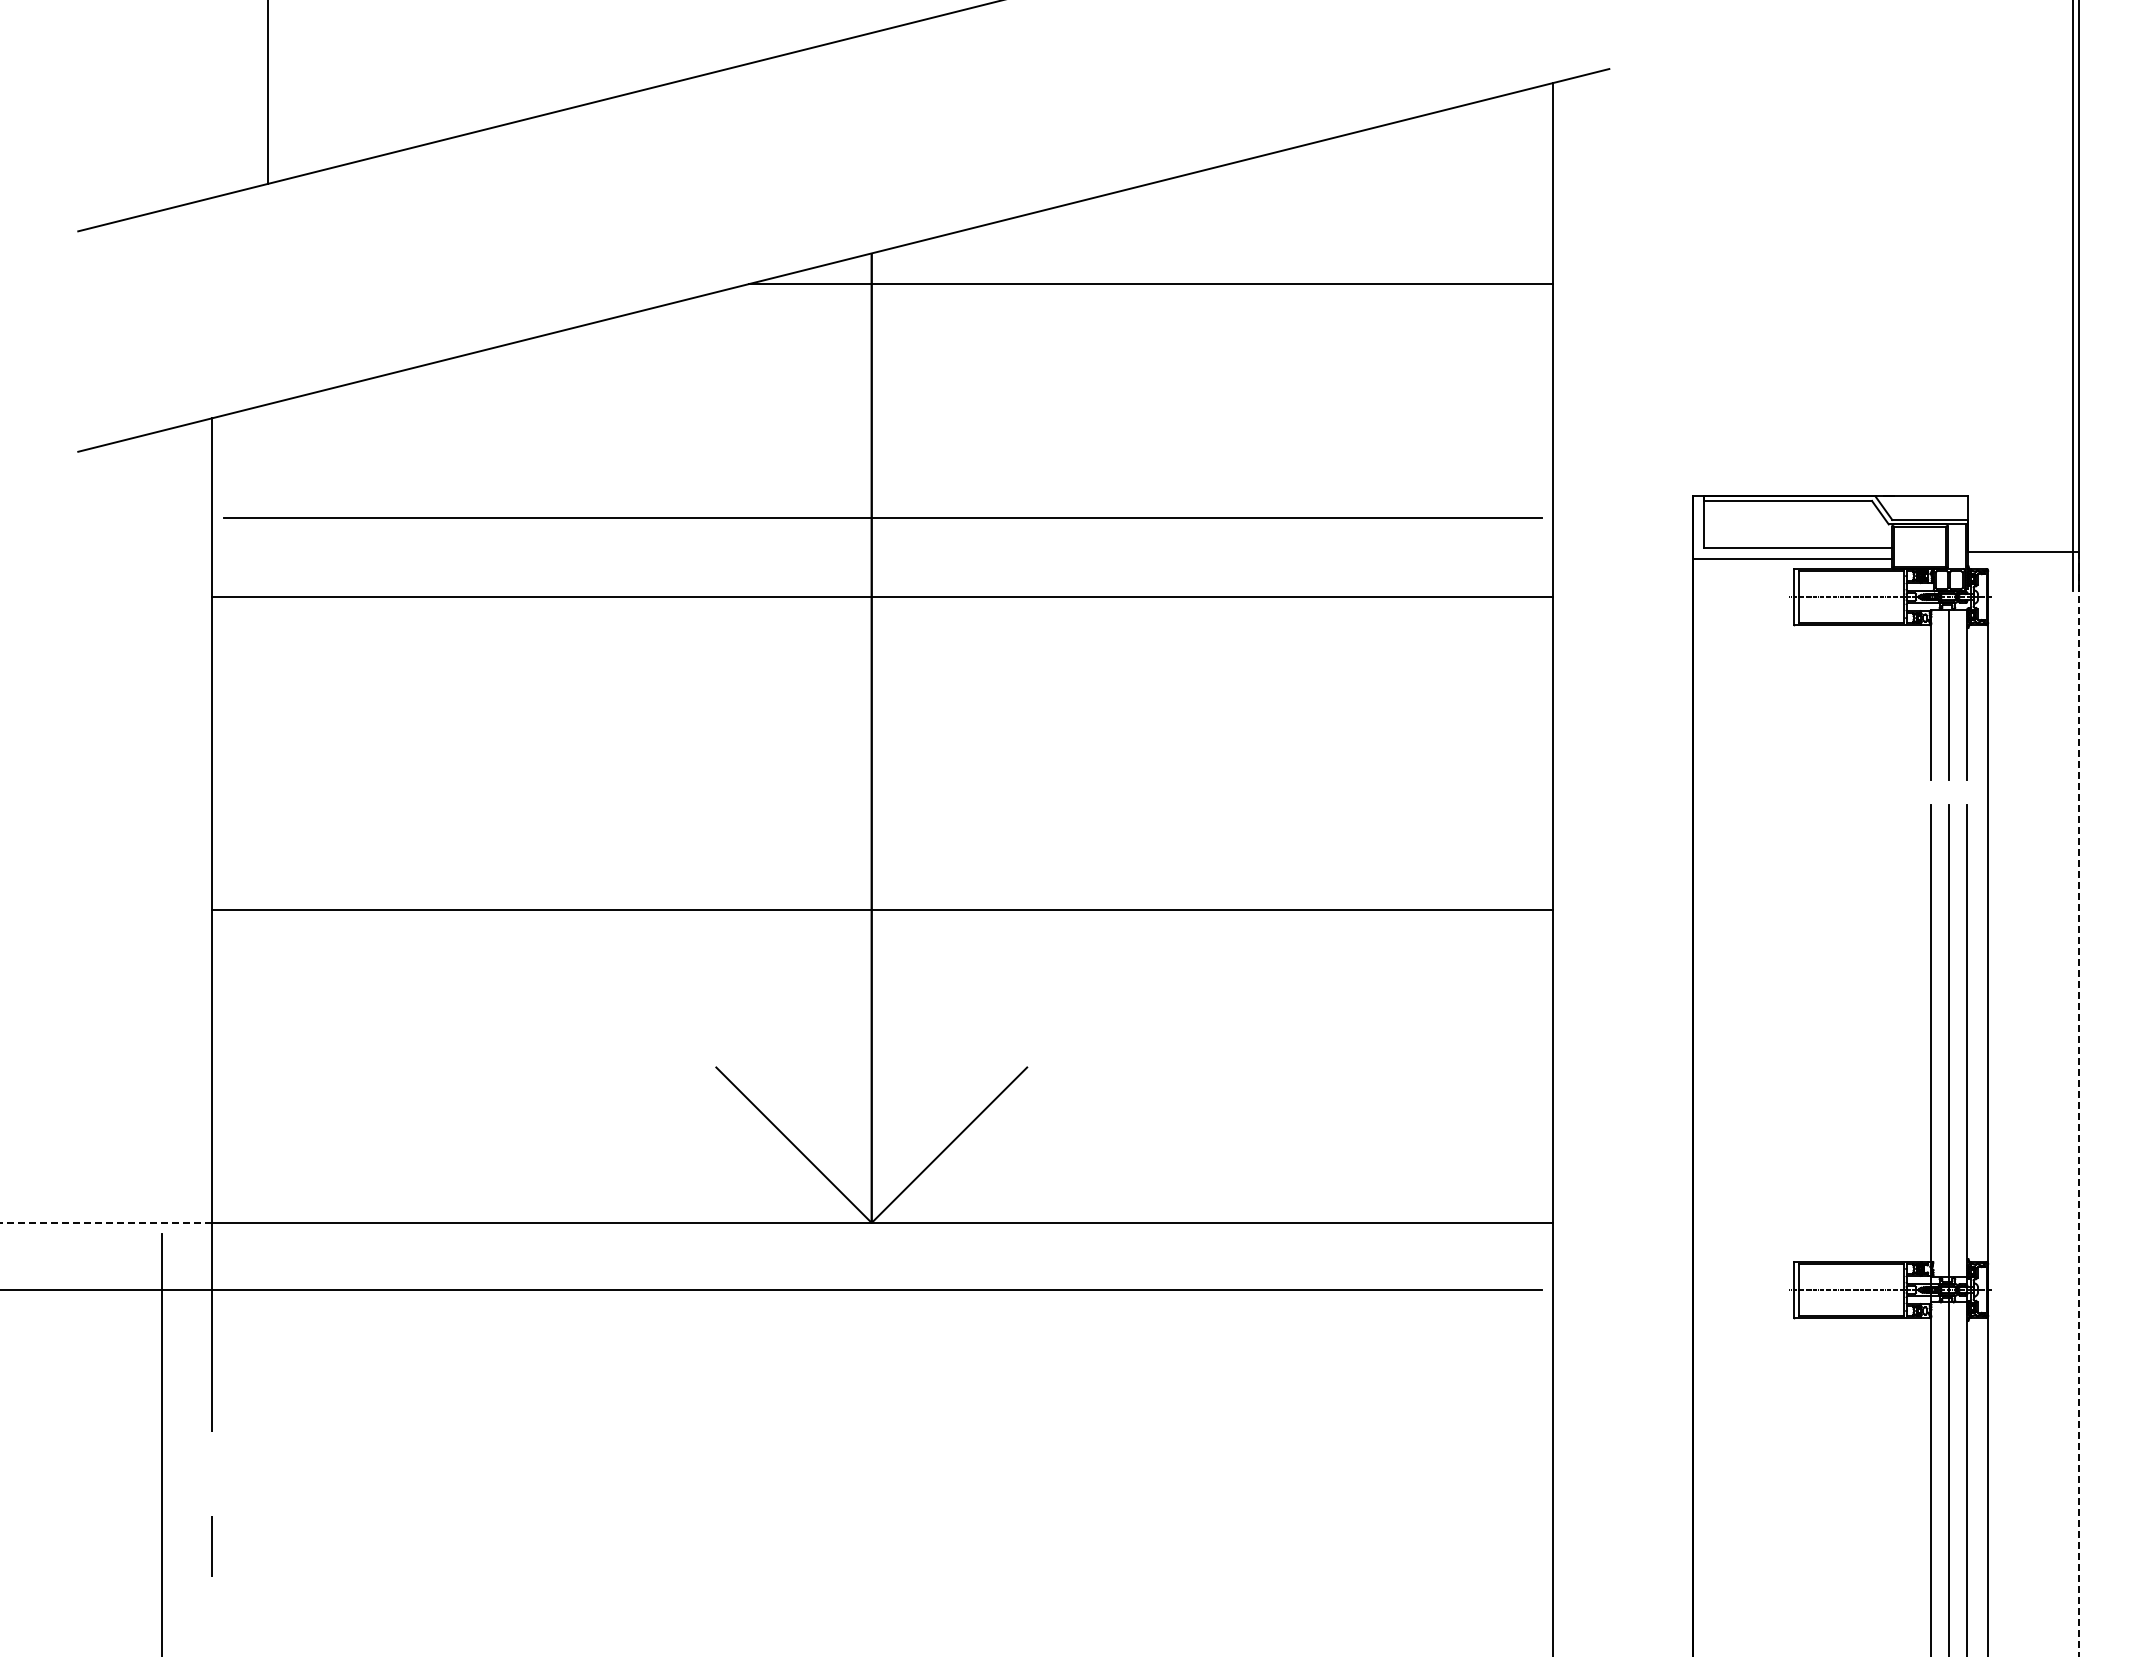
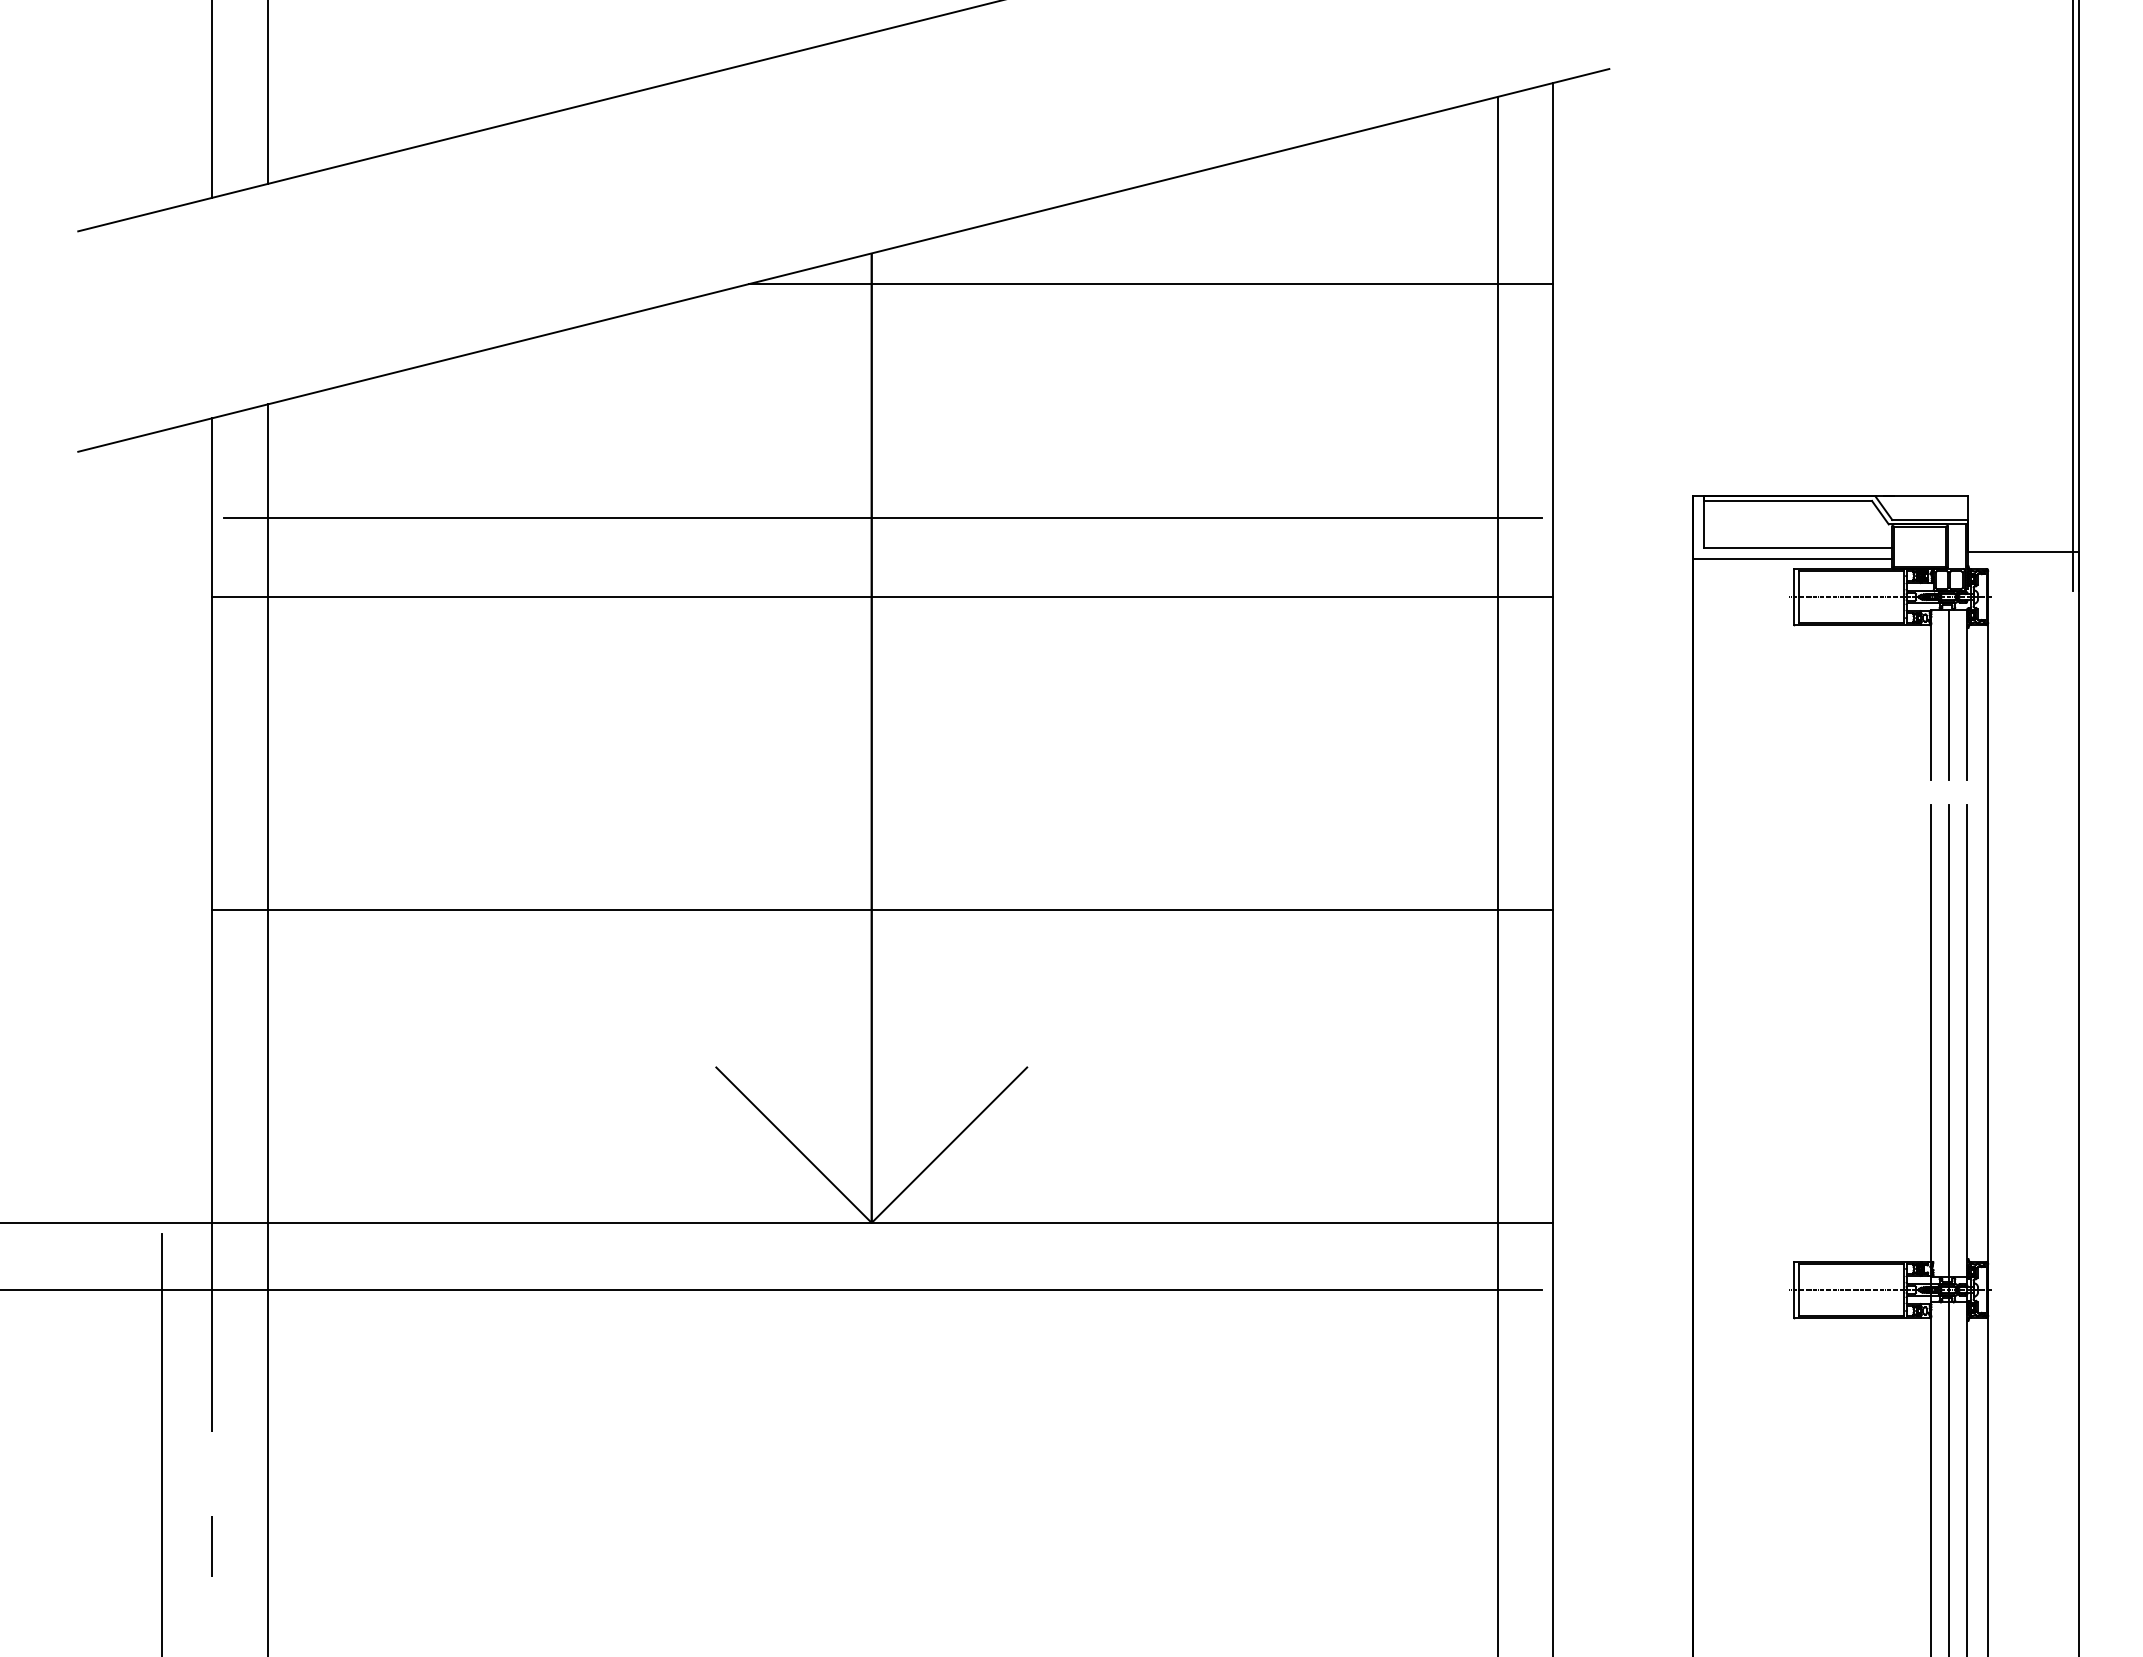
line at (212, 99): none -> present
line at (1497, 874): none -> present
line at (268, 1028): none -> present
line at (2078, 1104): dashed -> solid
line at (106, 1222): dashed -> solid
